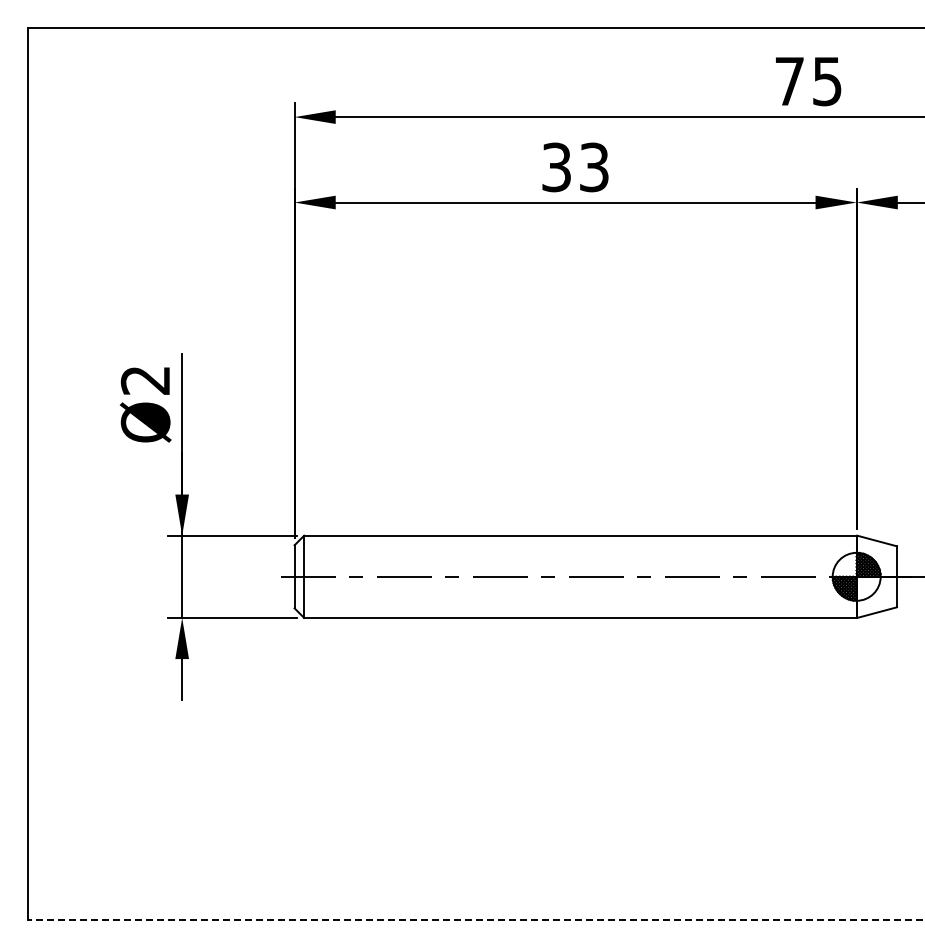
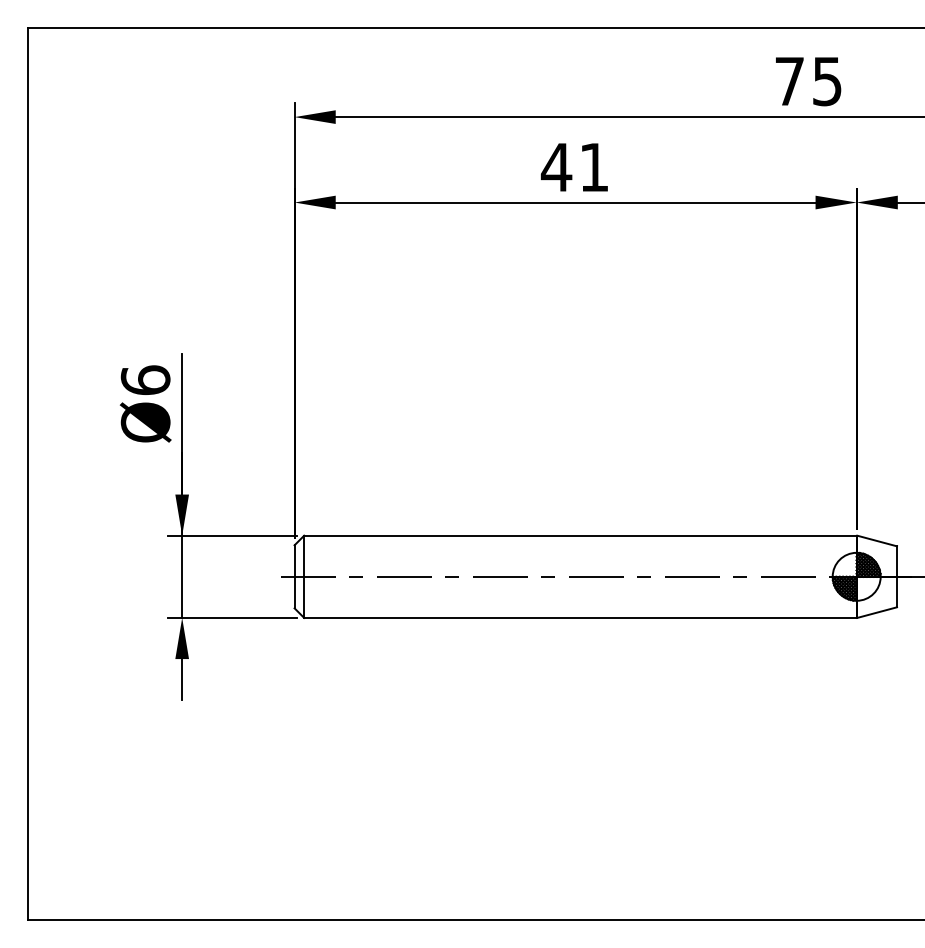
text at (574, 167): 33 -> 41
text at (145, 379): Ø2 -> Ø6
line at (475, 919): dashed -> solid
